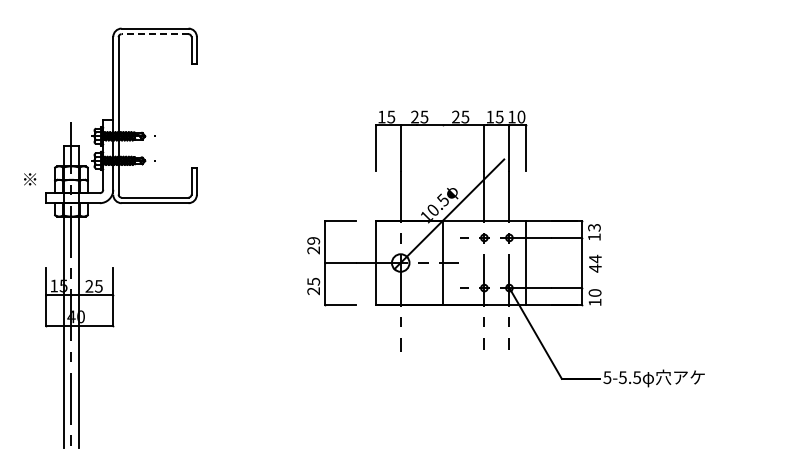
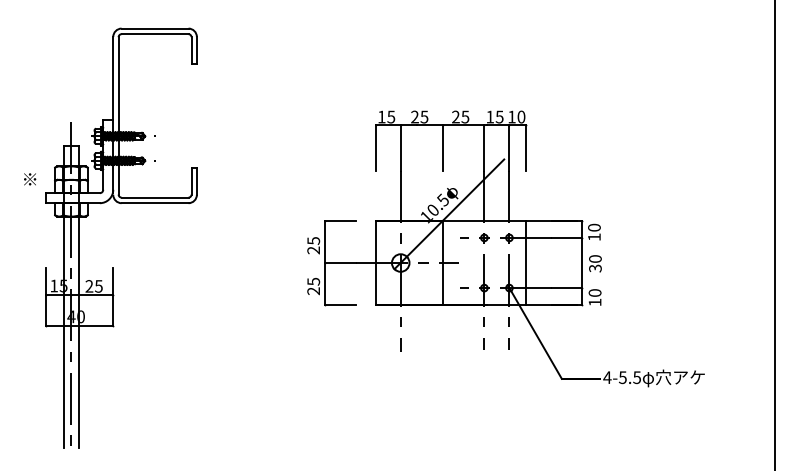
line at (154, 34): dashed -> solid
line at (442, 147): none -> present
text at (594, 227): 13 -> 10
line at (775, 234): none -> present
text at (313, 240): 29 -> 25
text at (595, 263): 44 -> 30
text at (607, 377): 5-5.5 -> 4-5.5
